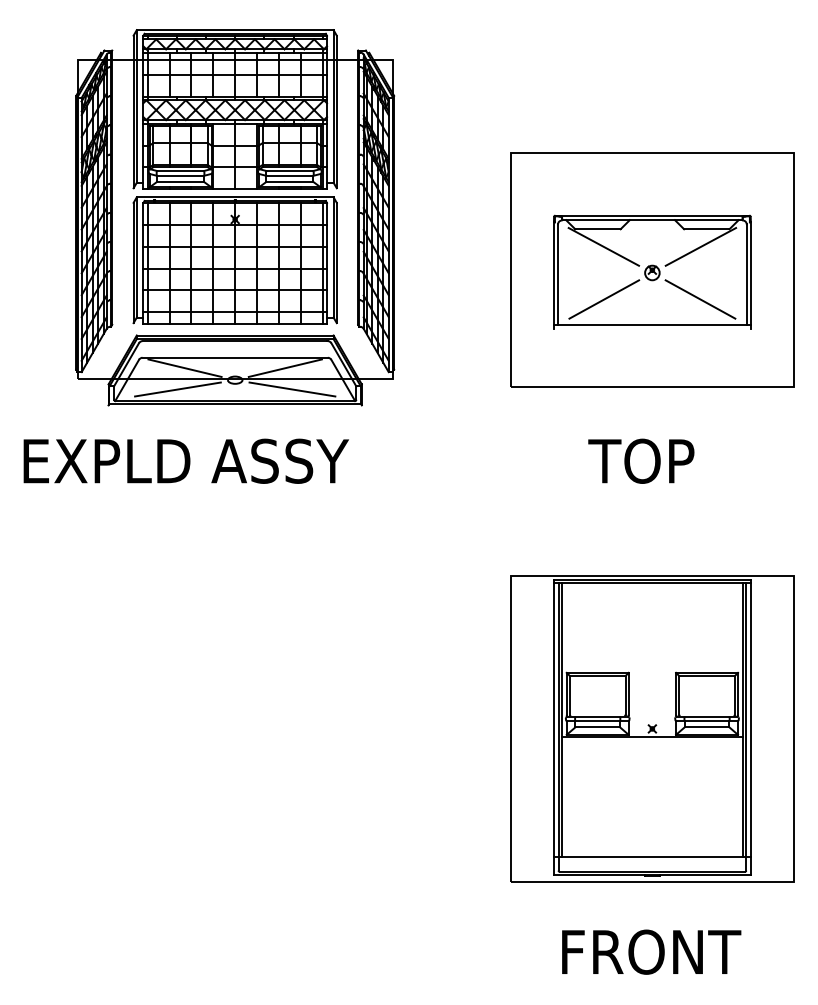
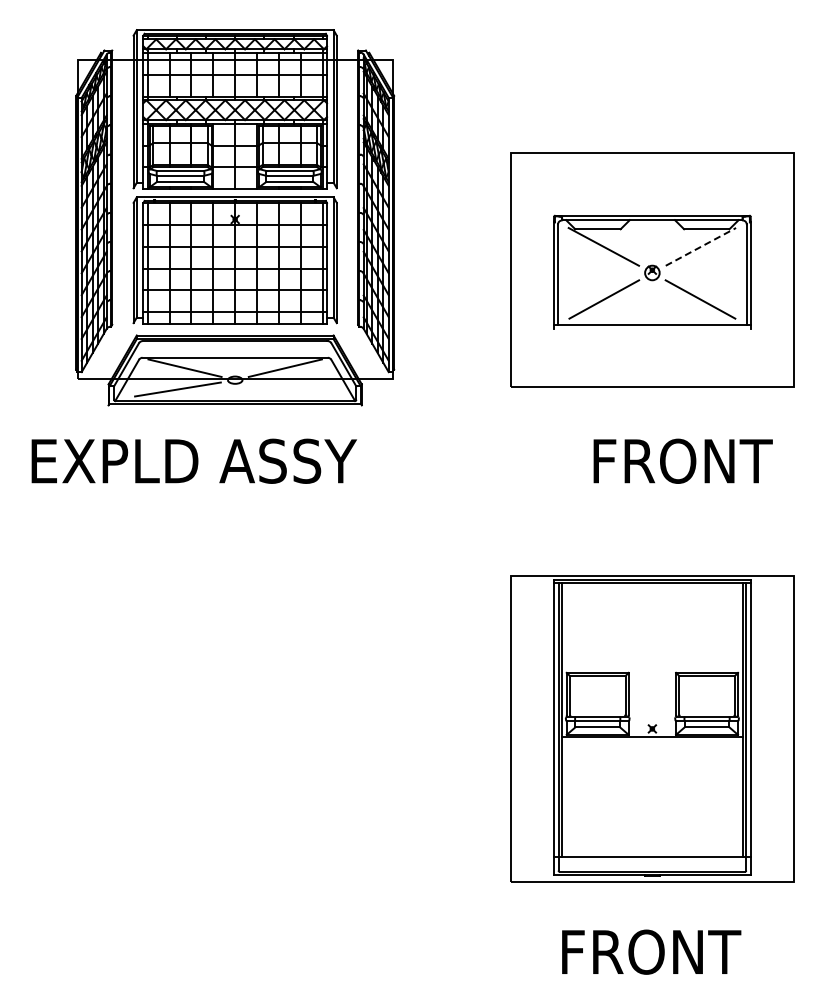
line at (700, 246): solid -> dashed
line at (292, 389): present -> none
text at (185, 460) position: (185, 460) -> (193, 460)
text at (680, 460): TOP -> FRONT
